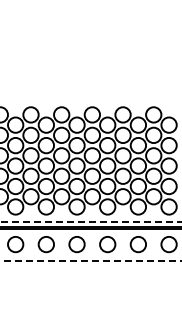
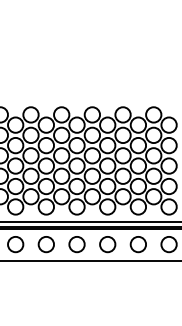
line at (91, 222): dashed -> solid
line at (91, 261): dashed -> solid
